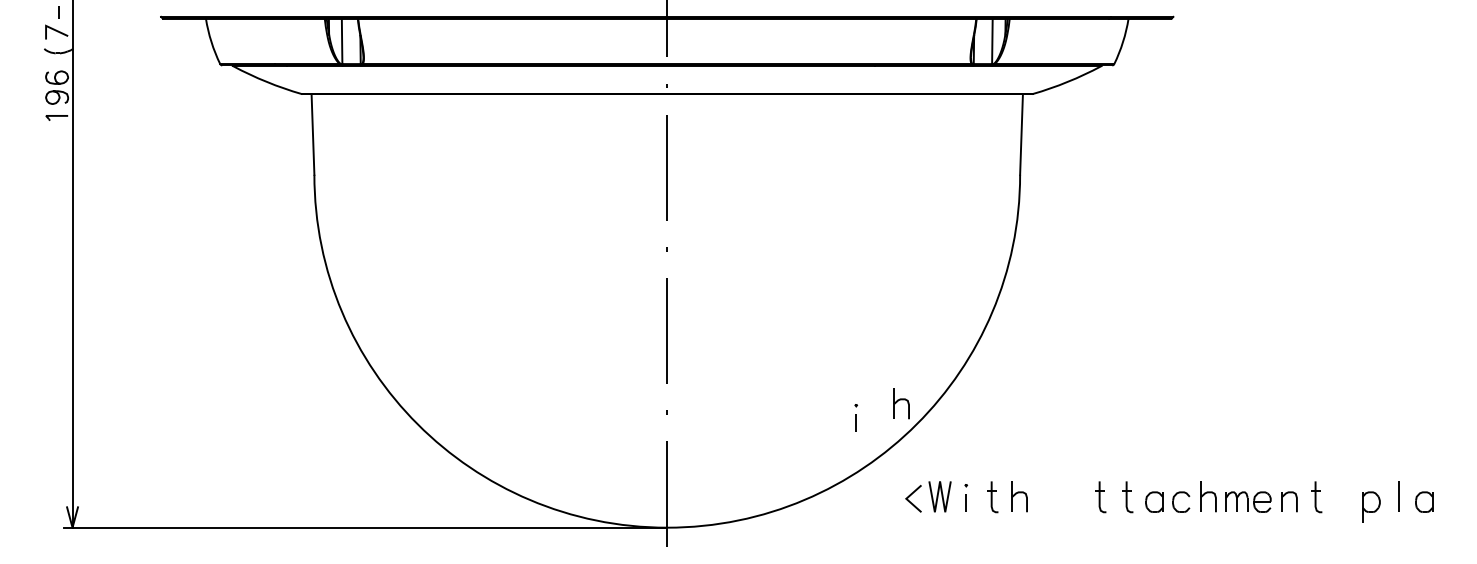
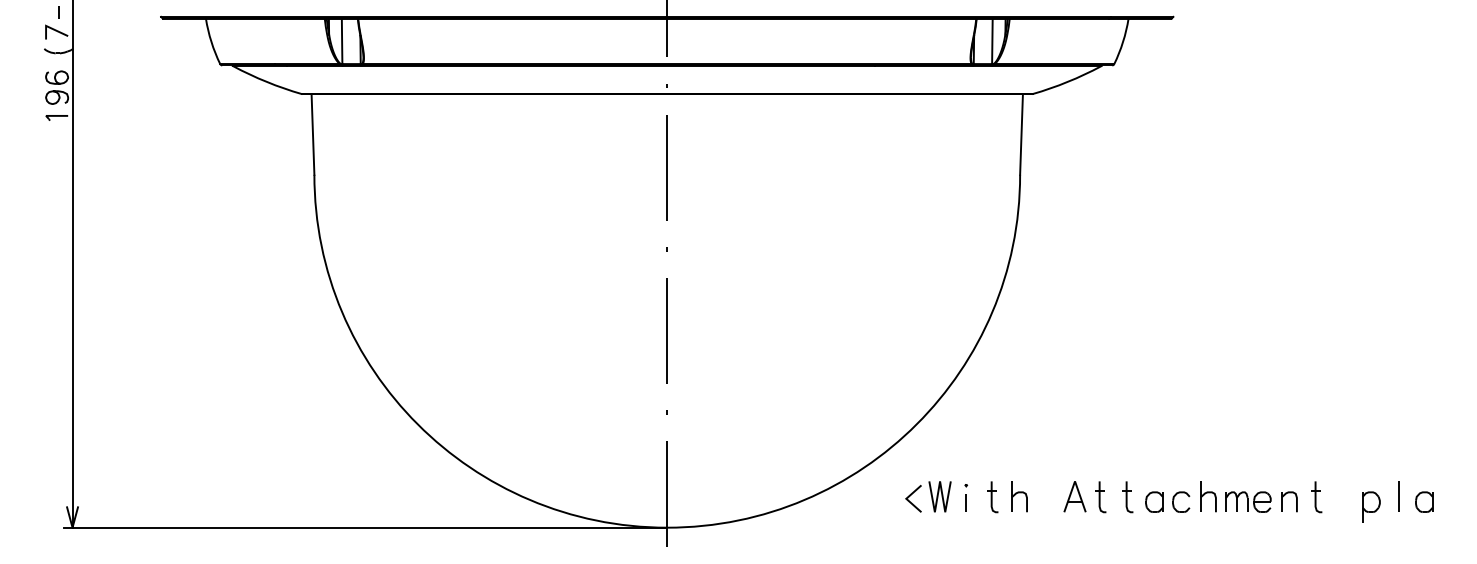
part at (901, 403): present -> none
part at (855, 417): present -> none
part at (1074, 496): none -> present
